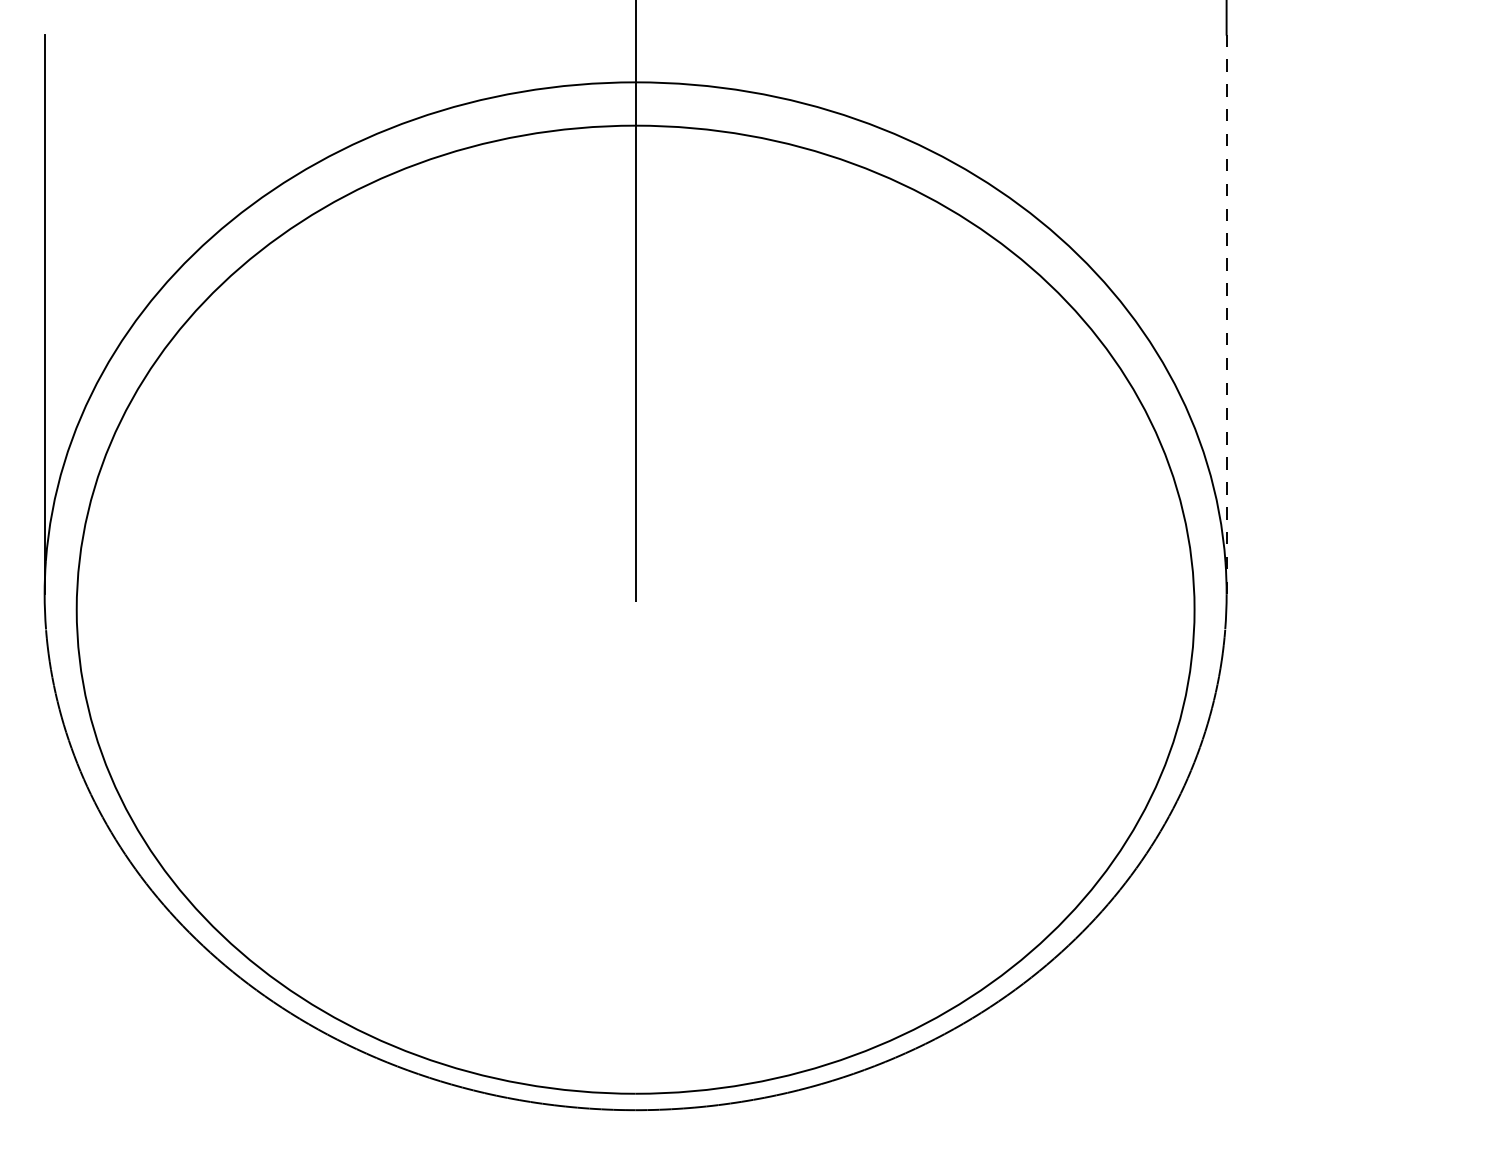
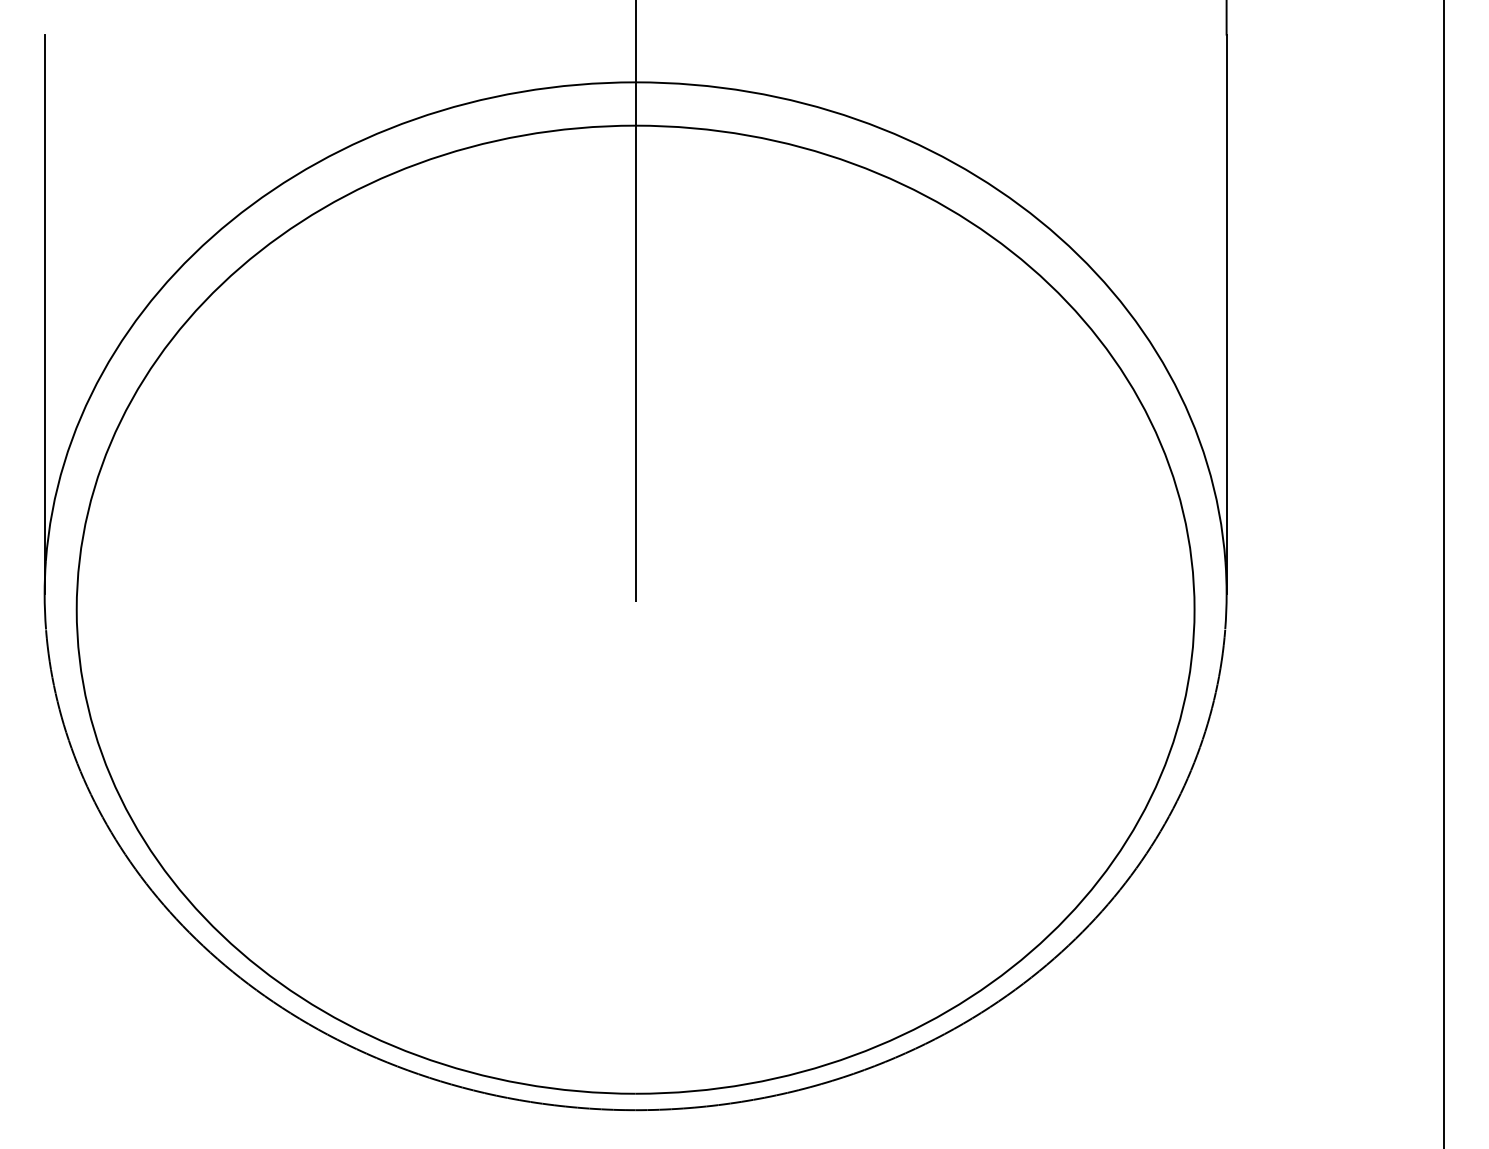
line at (1226, 314): dashed -> solid
line at (1444, 573): none -> present
